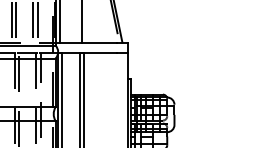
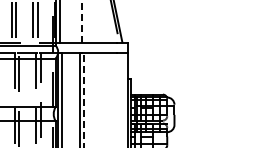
line at (81, 21): solid -> dashed
line at (84, 99): solid -> dashed
